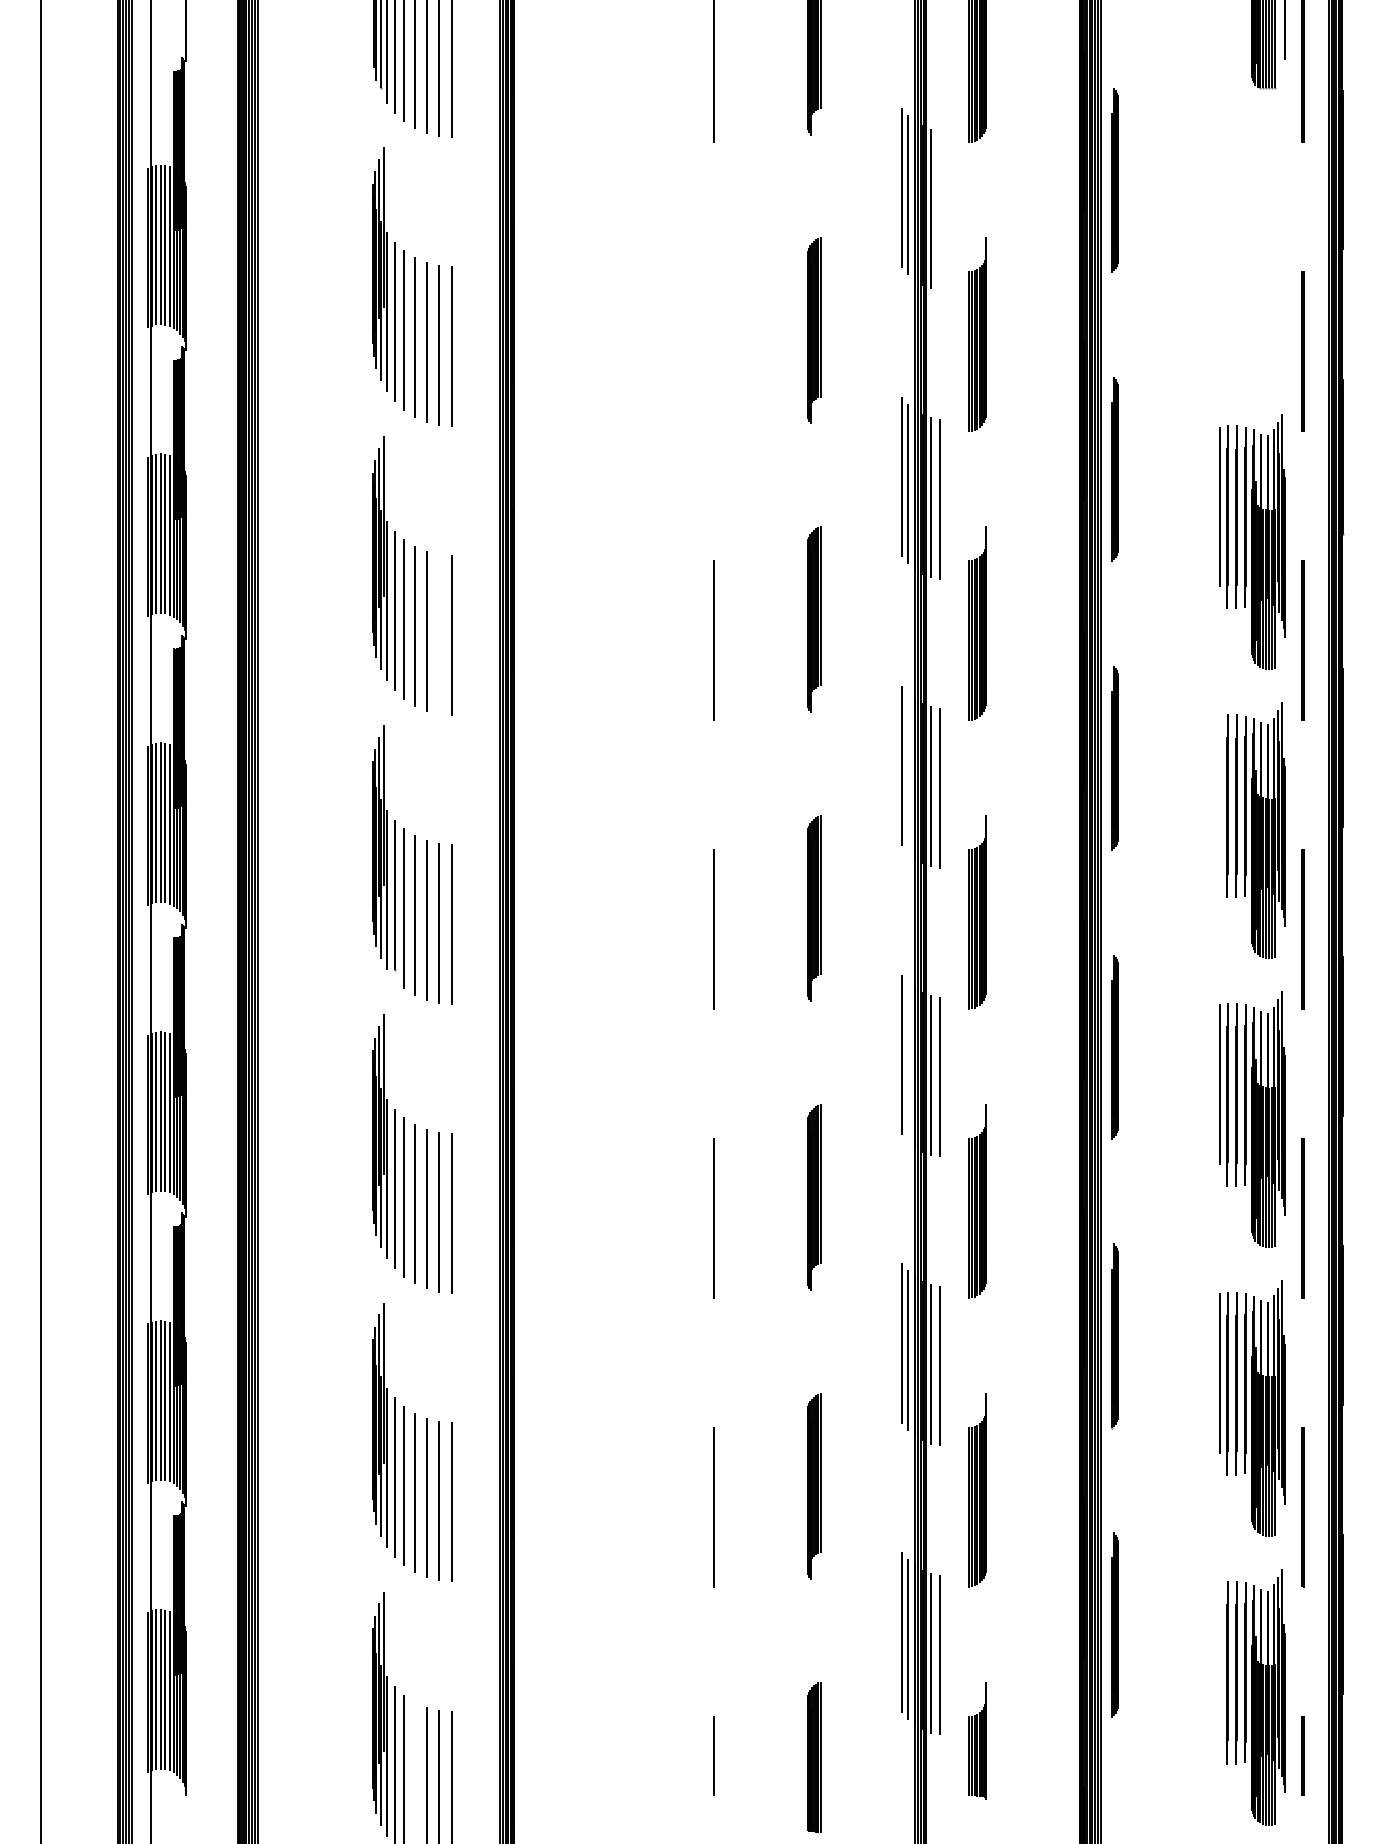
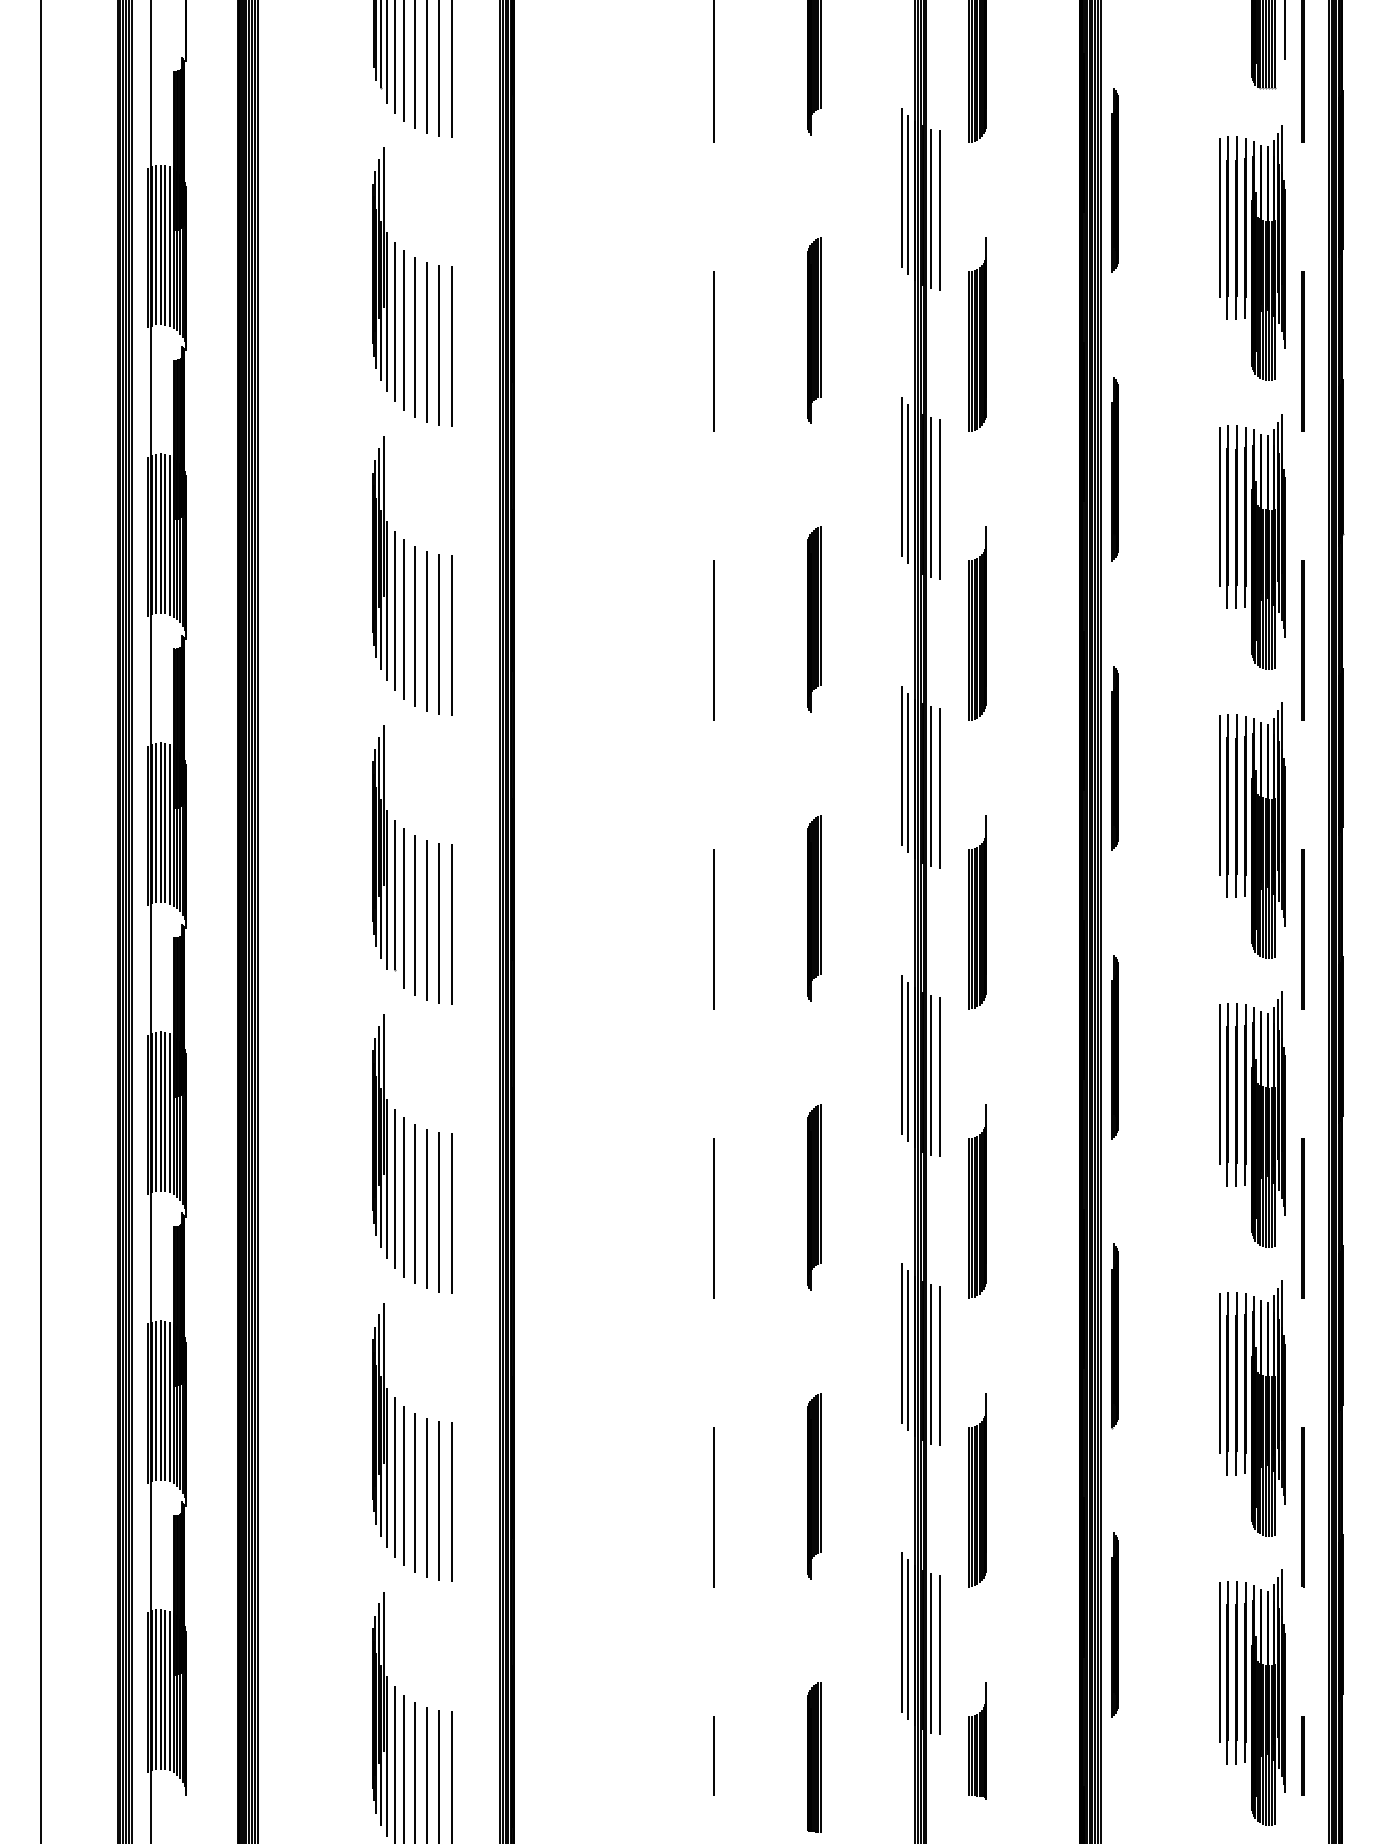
line at (939, 210): none -> present
part at (1252, 252): none -> present
line at (713, 351): none -> present
line at (439, 634): none -> present
line at (908, 772): none -> present
line at (1219, 795): none -> present
line at (908, 1061): none -> present
line at (1219, 1662): none -> present
line at (415, 1770): none -> present
